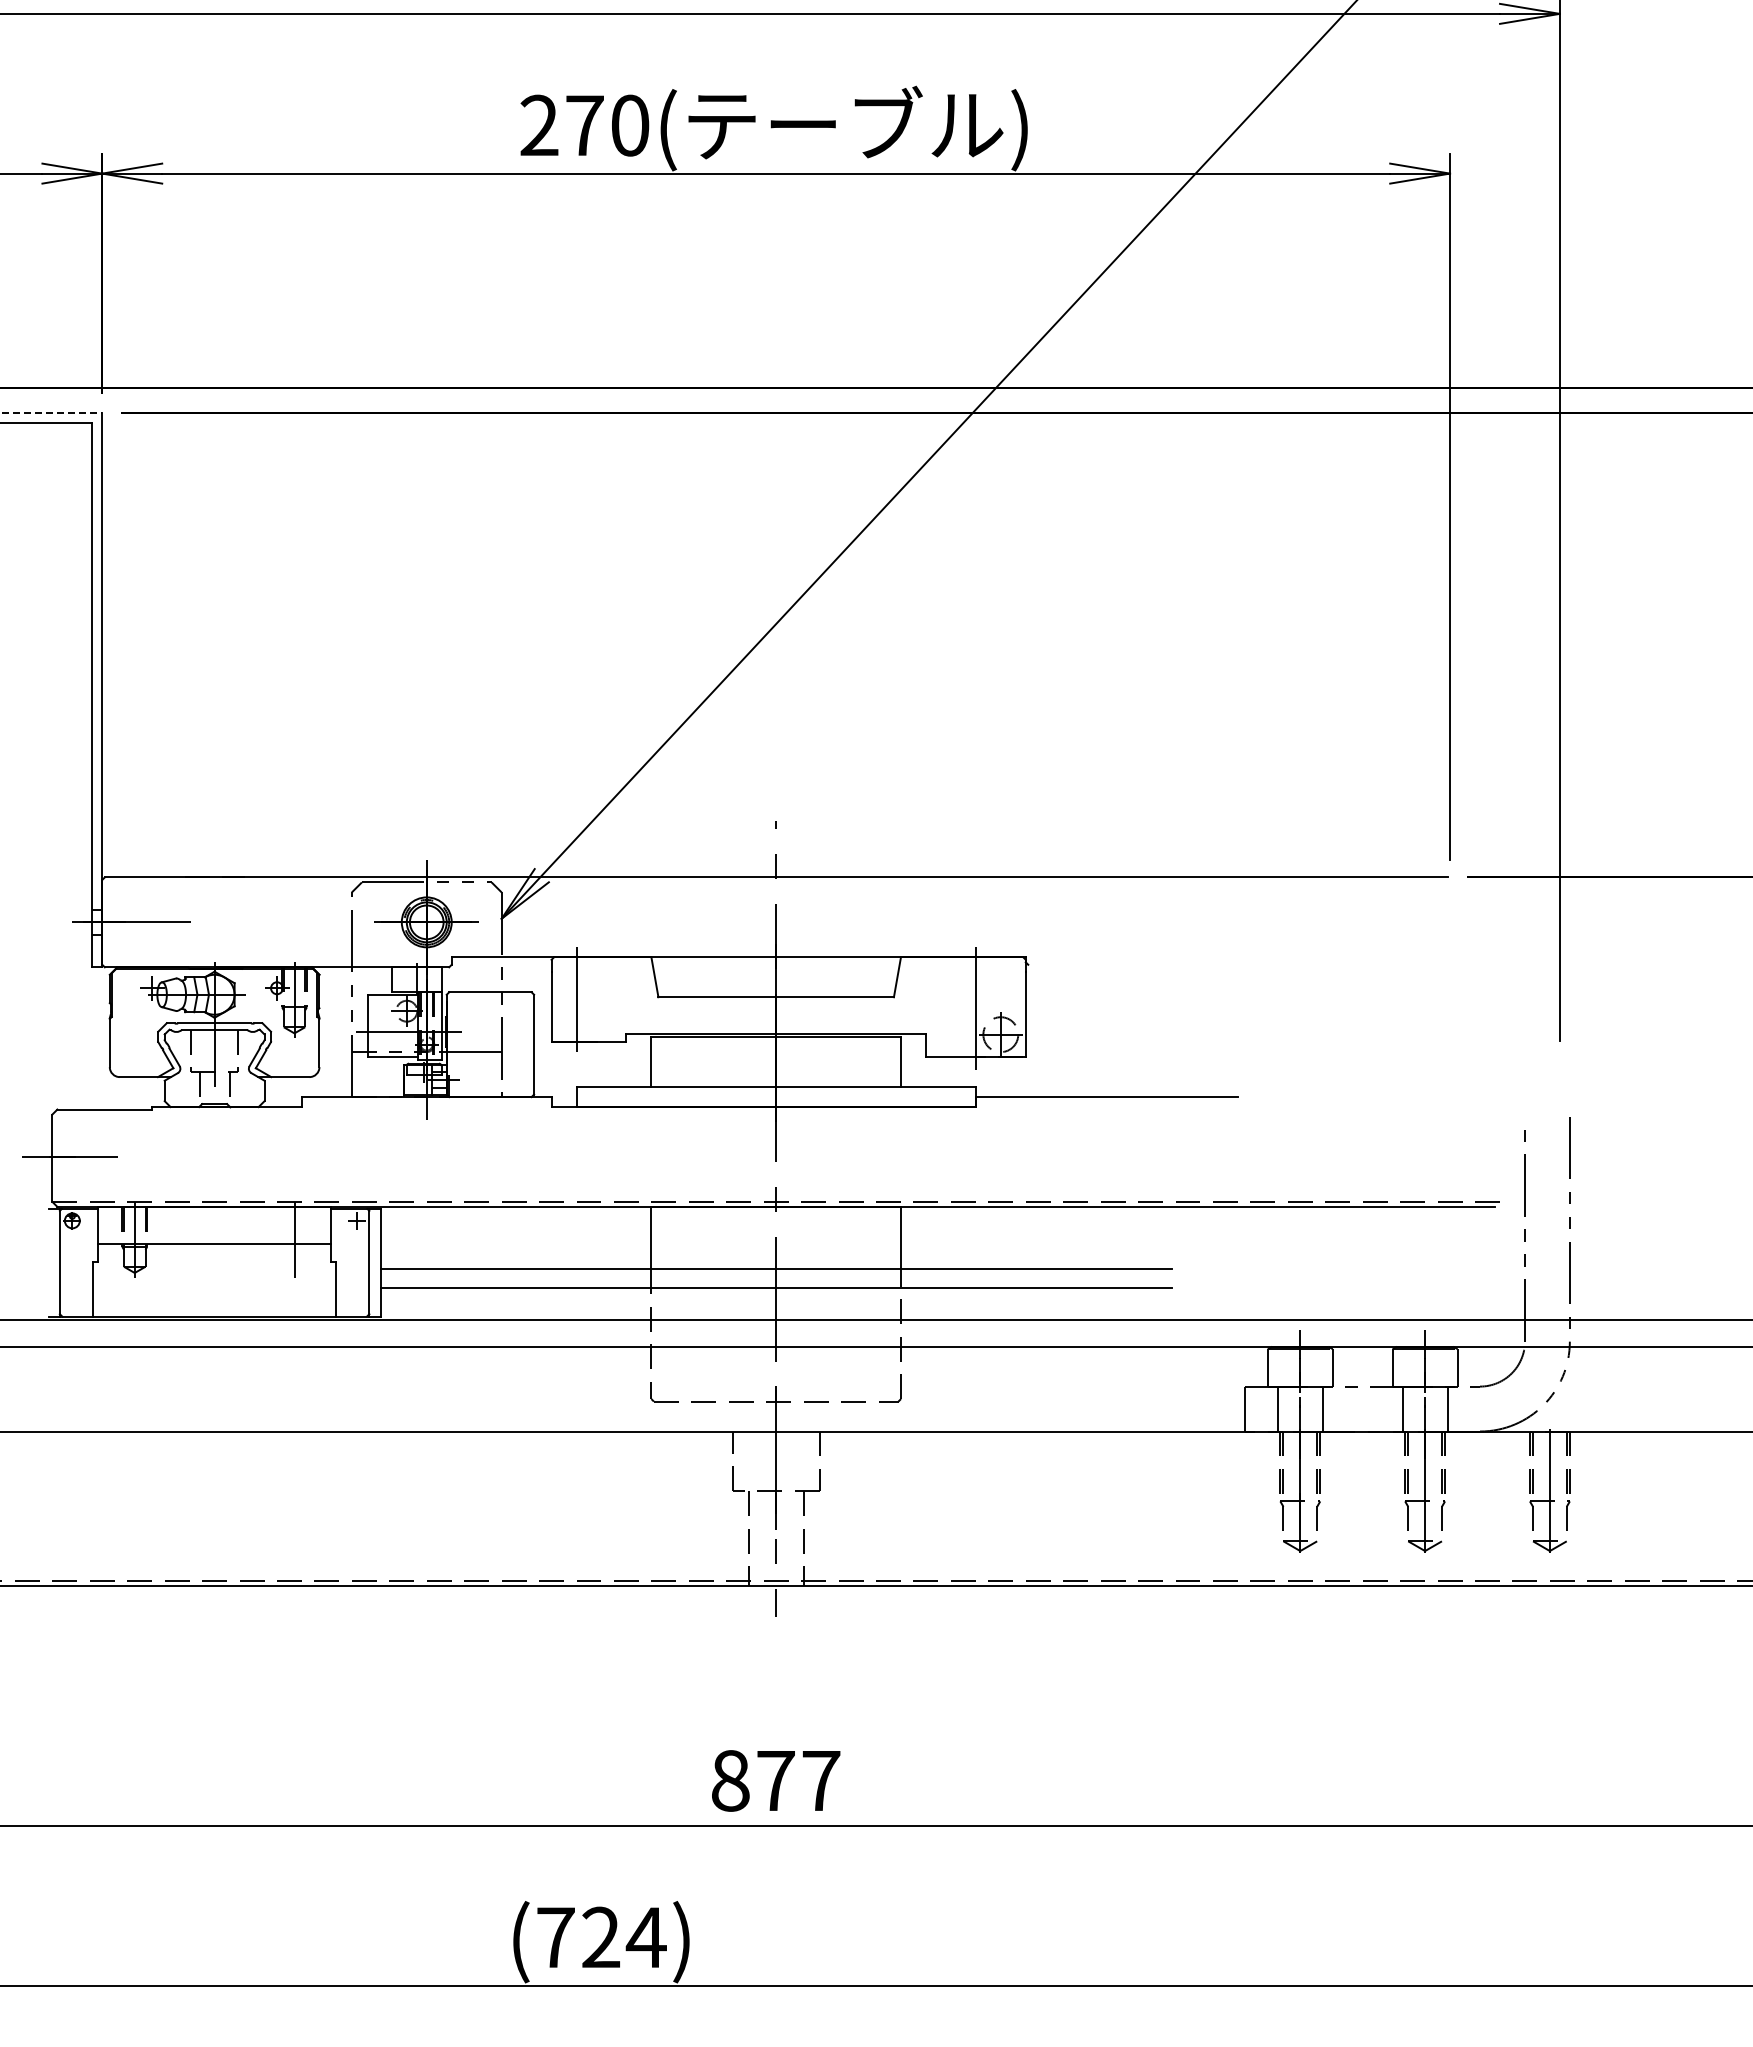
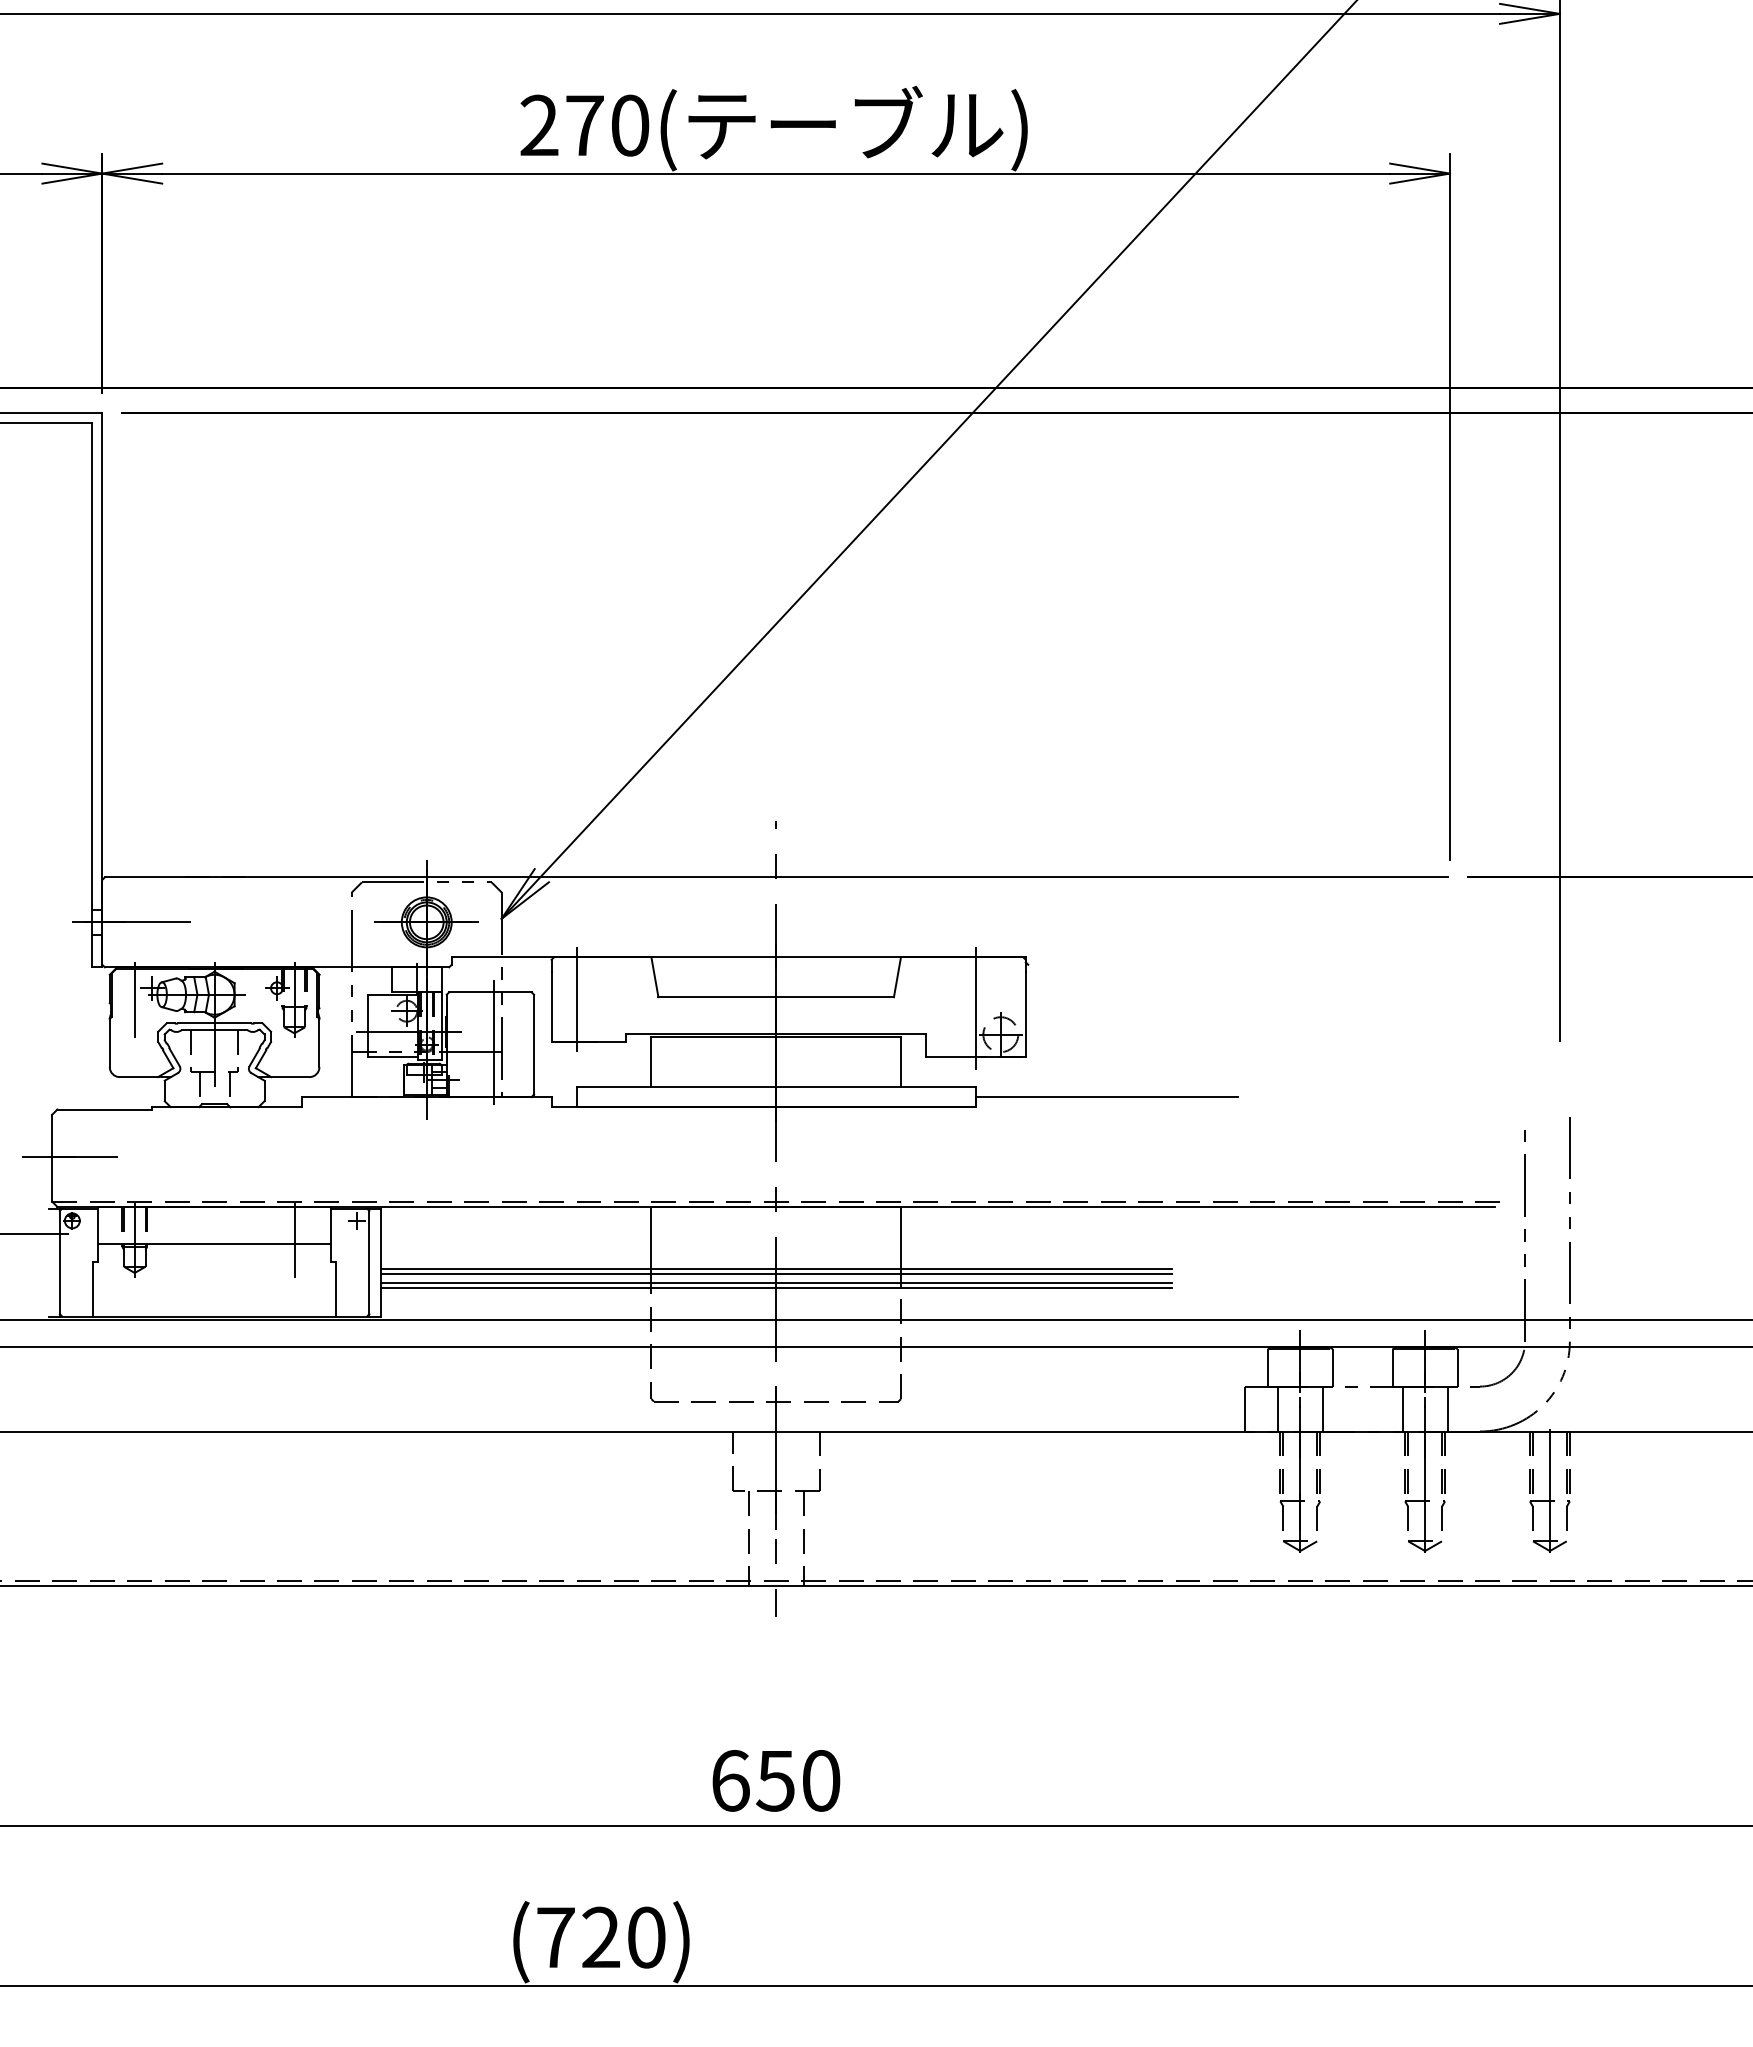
line at (51, 413): dashed -> solid
line at (134, 1000): none -> present
line at (494, 1046): none -> present
line at (35, 1234): none -> present
line at (775, 1274): none -> present
line at (775, 1282): none -> present
text at (776, 1780): 877 -> 650
text at (645, 1937): (724) -> (720)
